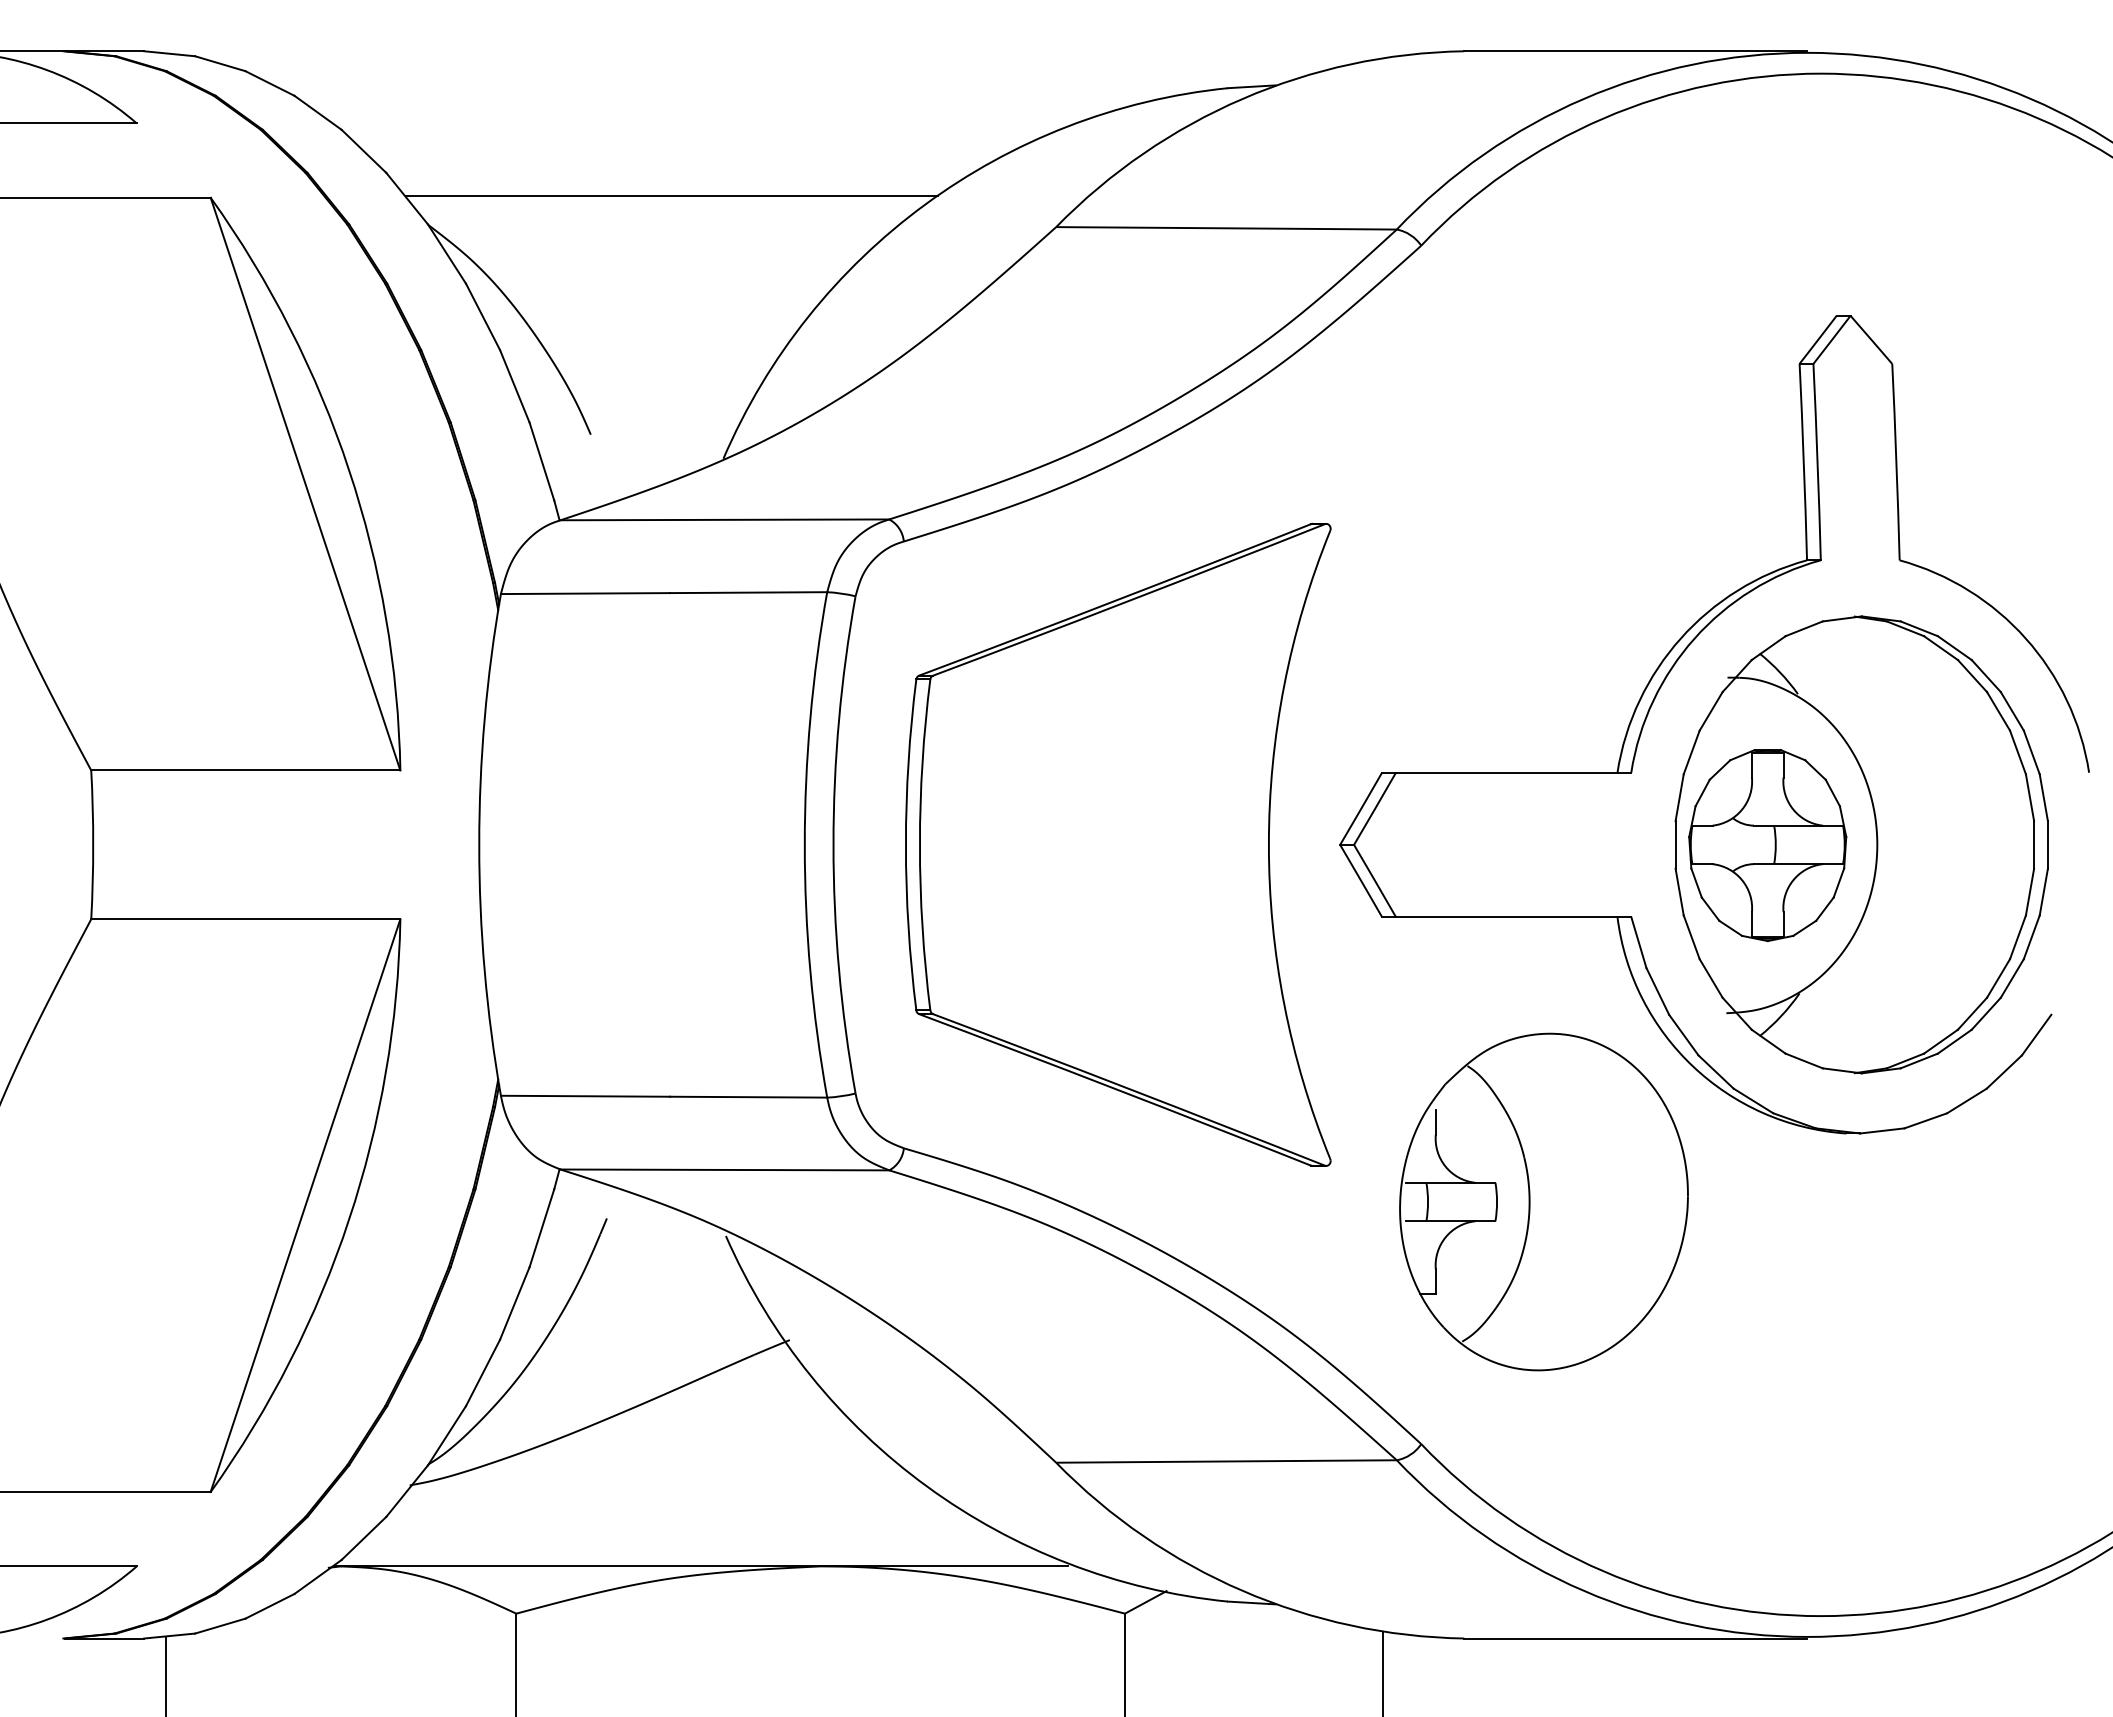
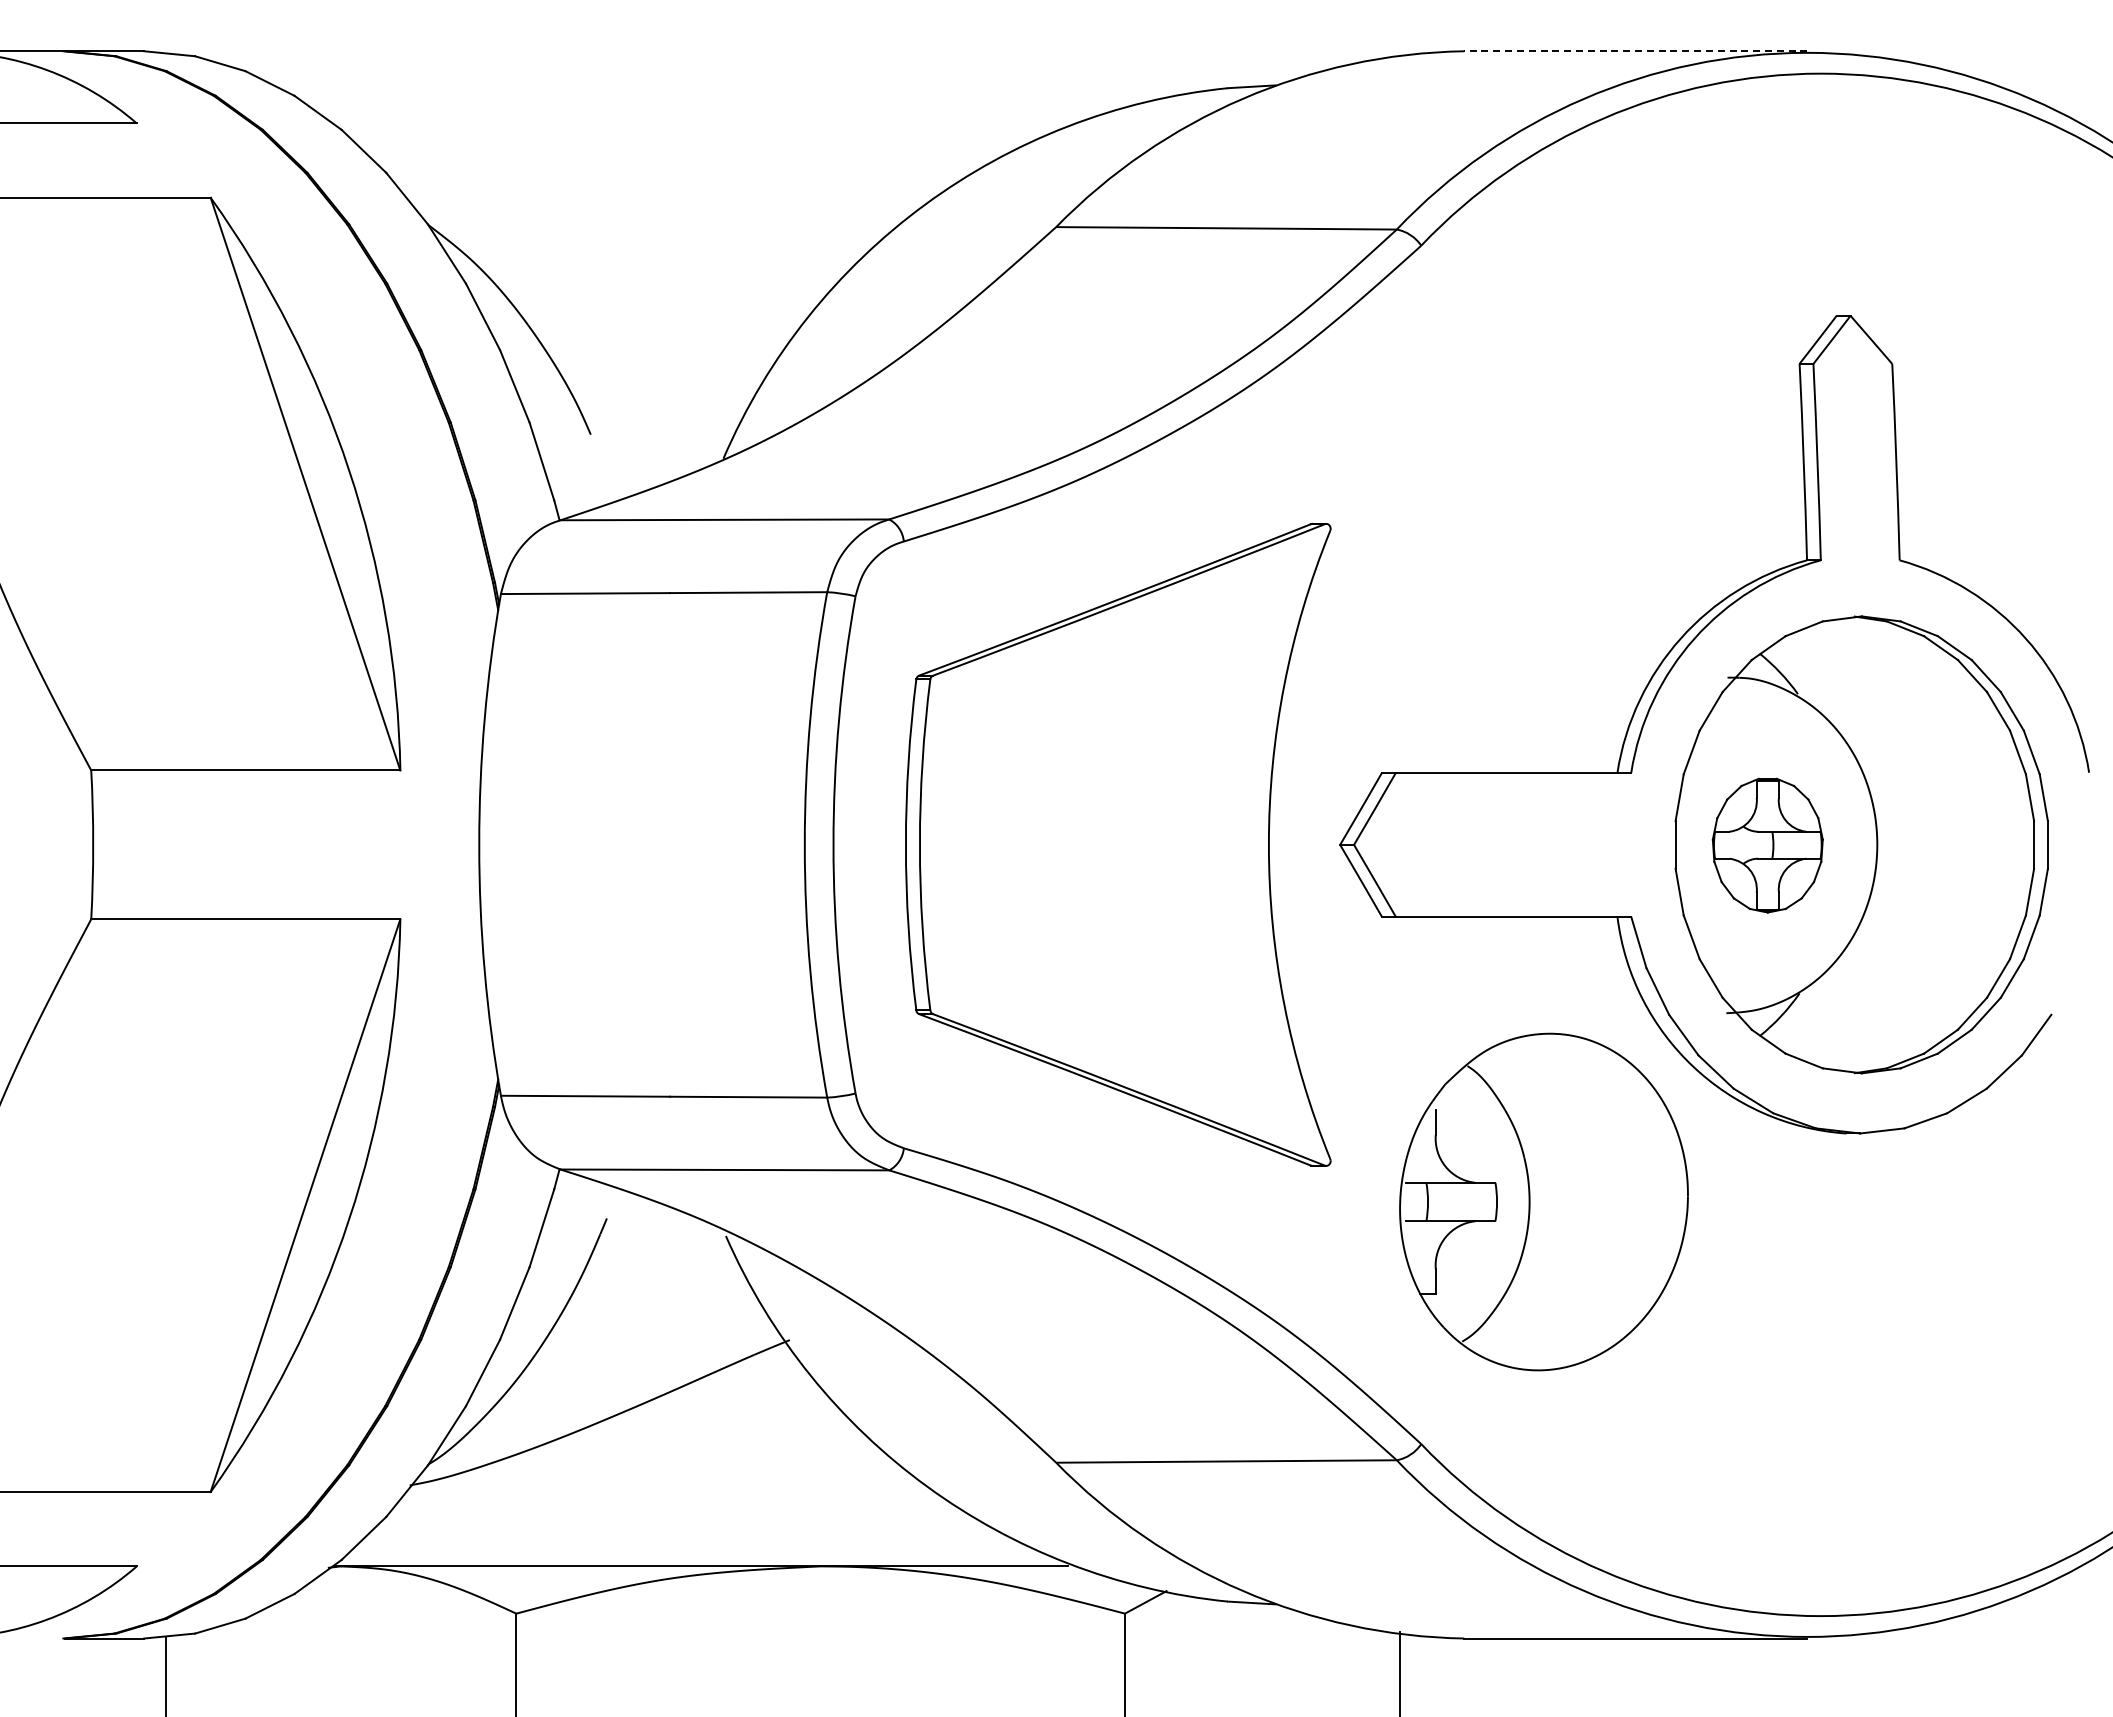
line at (1635, 51): solid -> dashed
line at (671, 195): present -> none
part at (1767, 845) size: 160x194 px -> 113x137 px
line at (1383, 1672) position: (1383, 1672) -> (1400, 1672)
